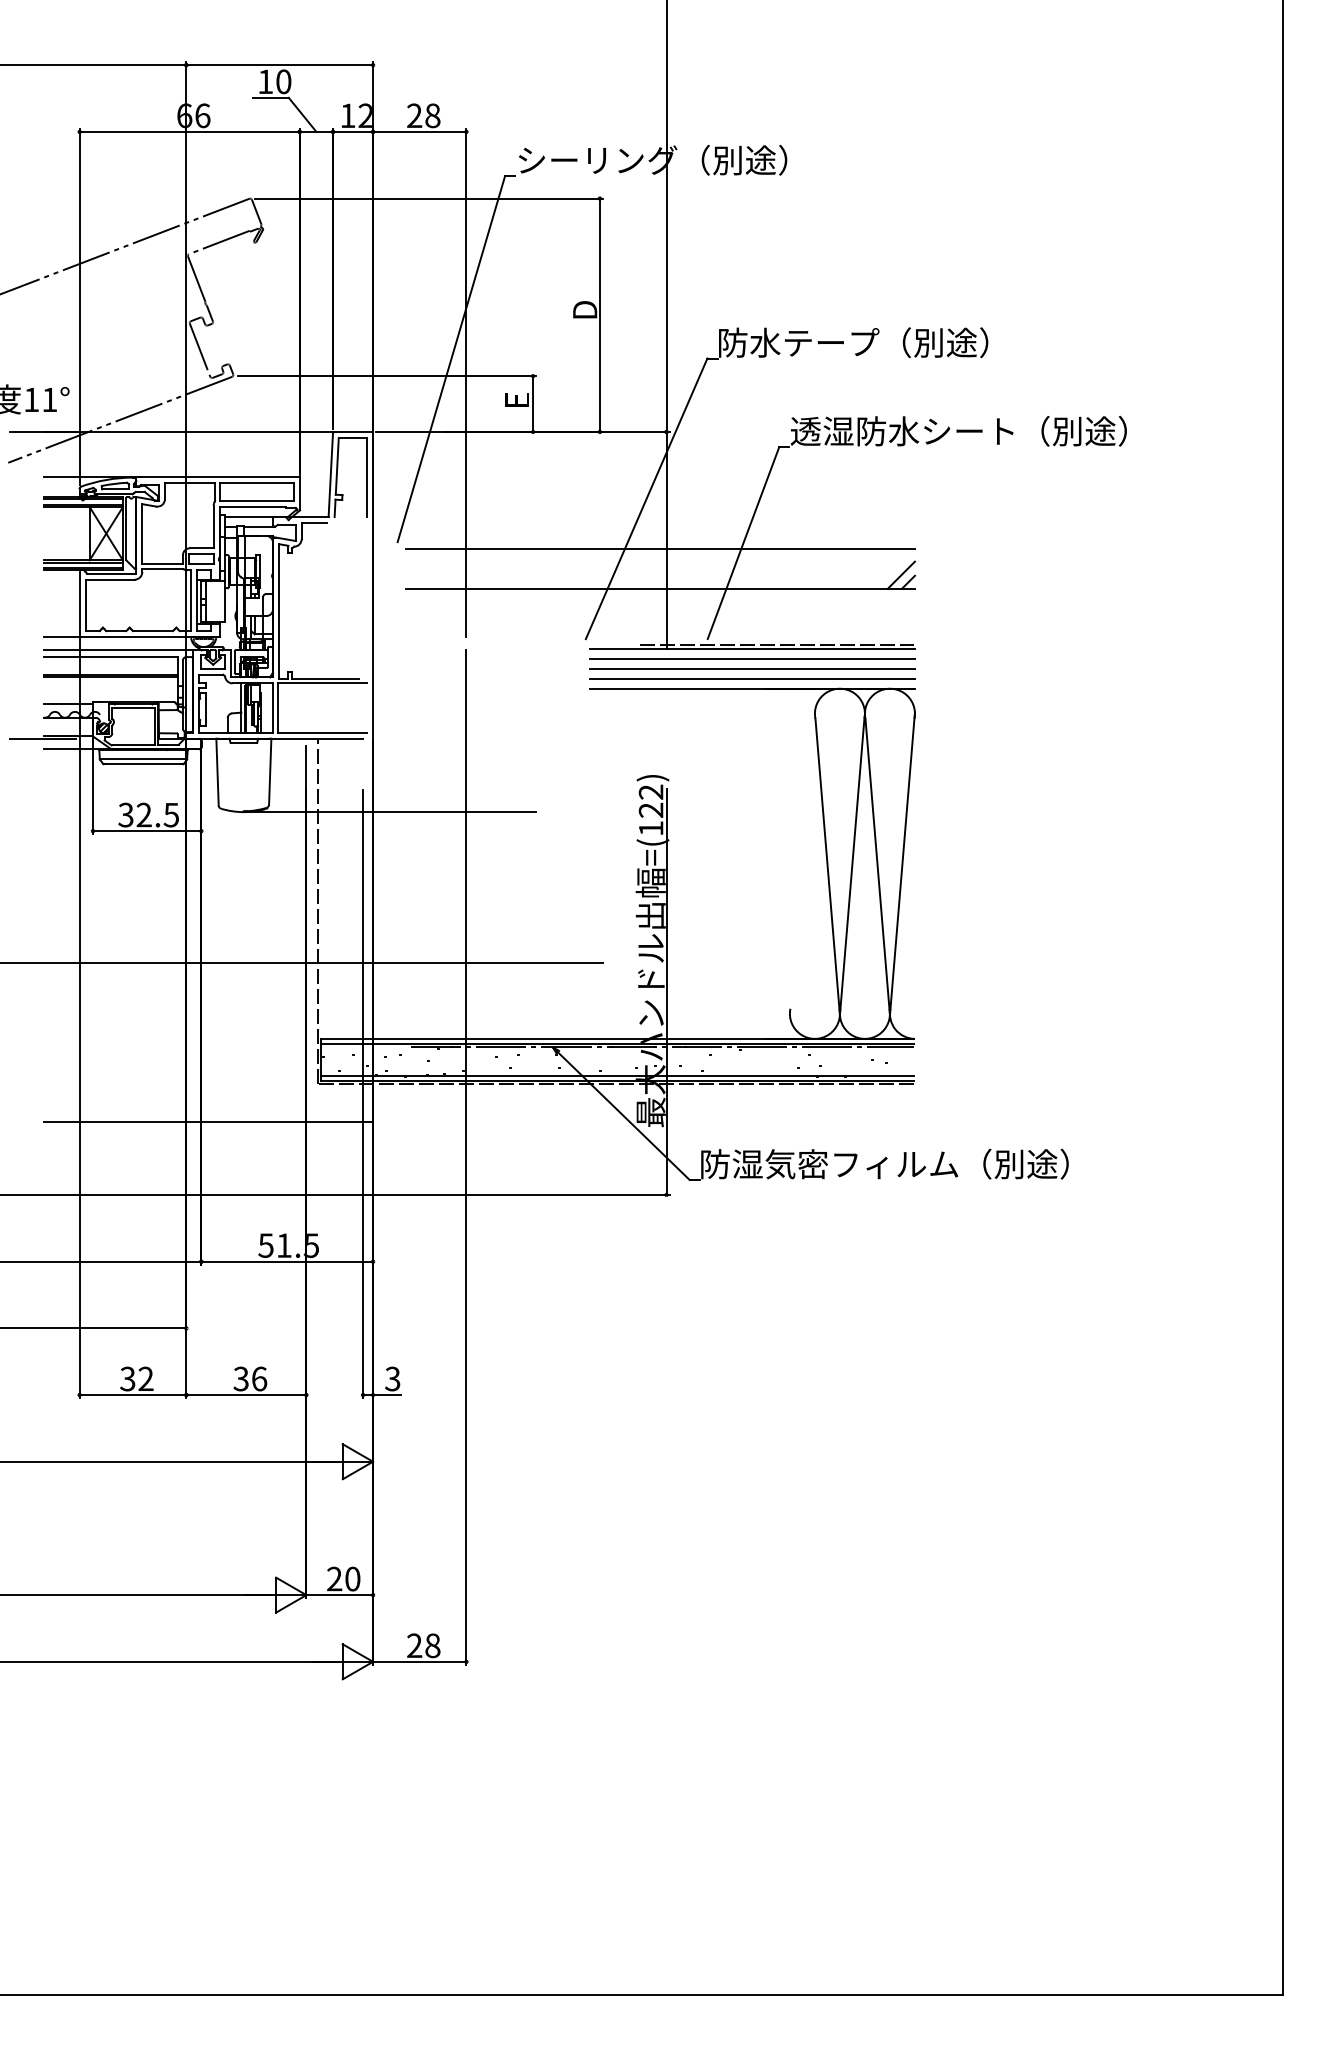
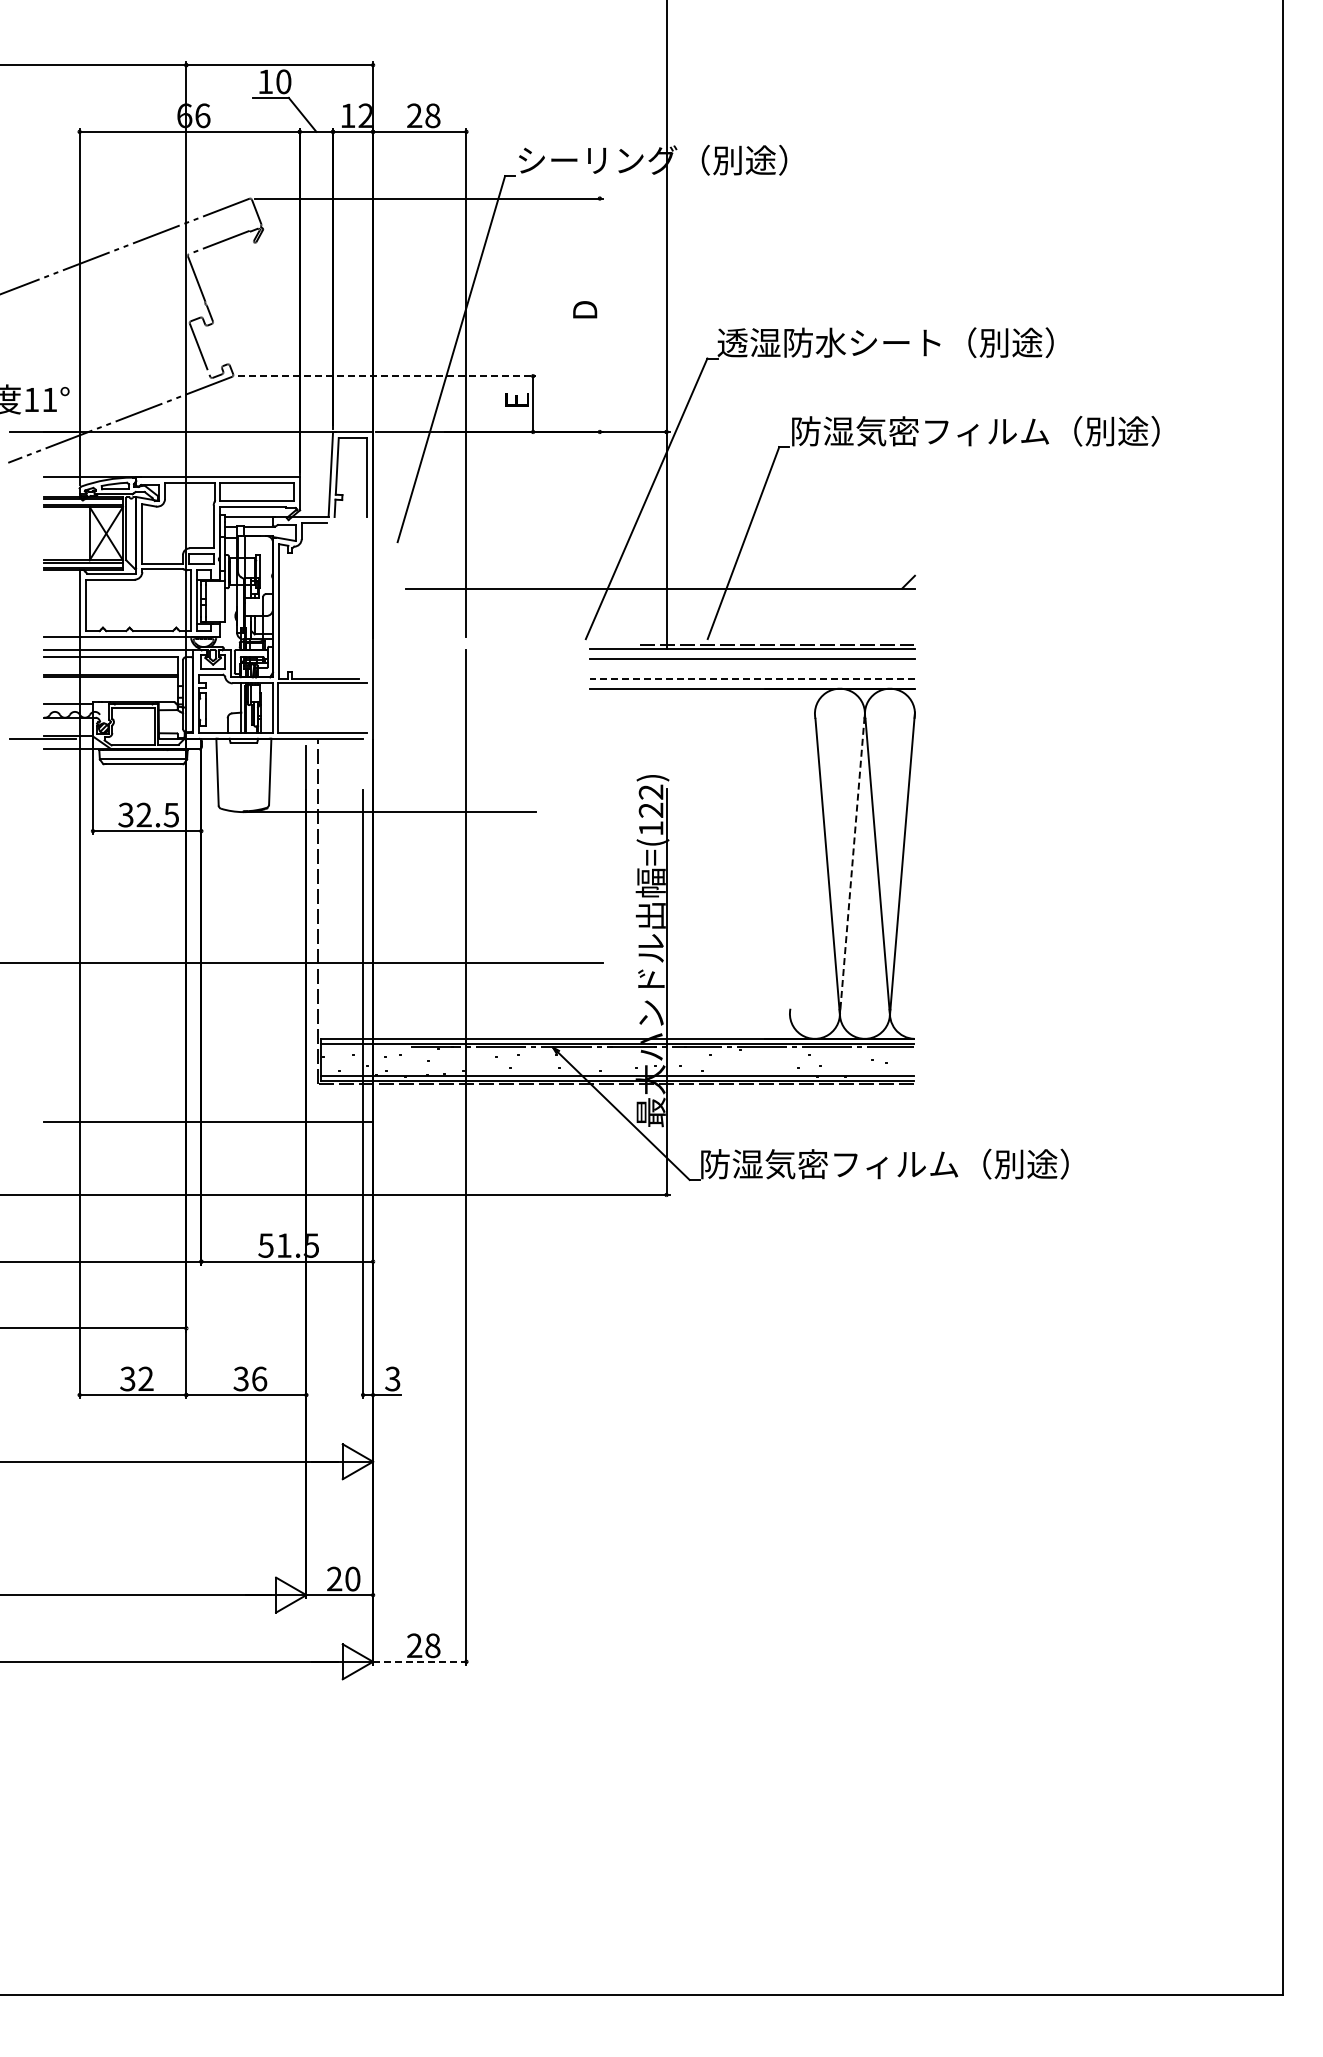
line at (599, 314): present -> none
text at (885, 342): 防水テープ（別途） -> 透湿防水シート（別途）
line at (387, 376): solid -> dashed
text at (974, 430): 透湿防水シート（別途） -> 防湿気密フィルム（別途）
line at (660, 548): present -> none
line at (900, 574): present -> none
line at (752, 668): present -> none
line at (752, 678): solid -> dashed
line at (852, 866): solid -> dashed
line at (419, 1661): solid -> dashed
